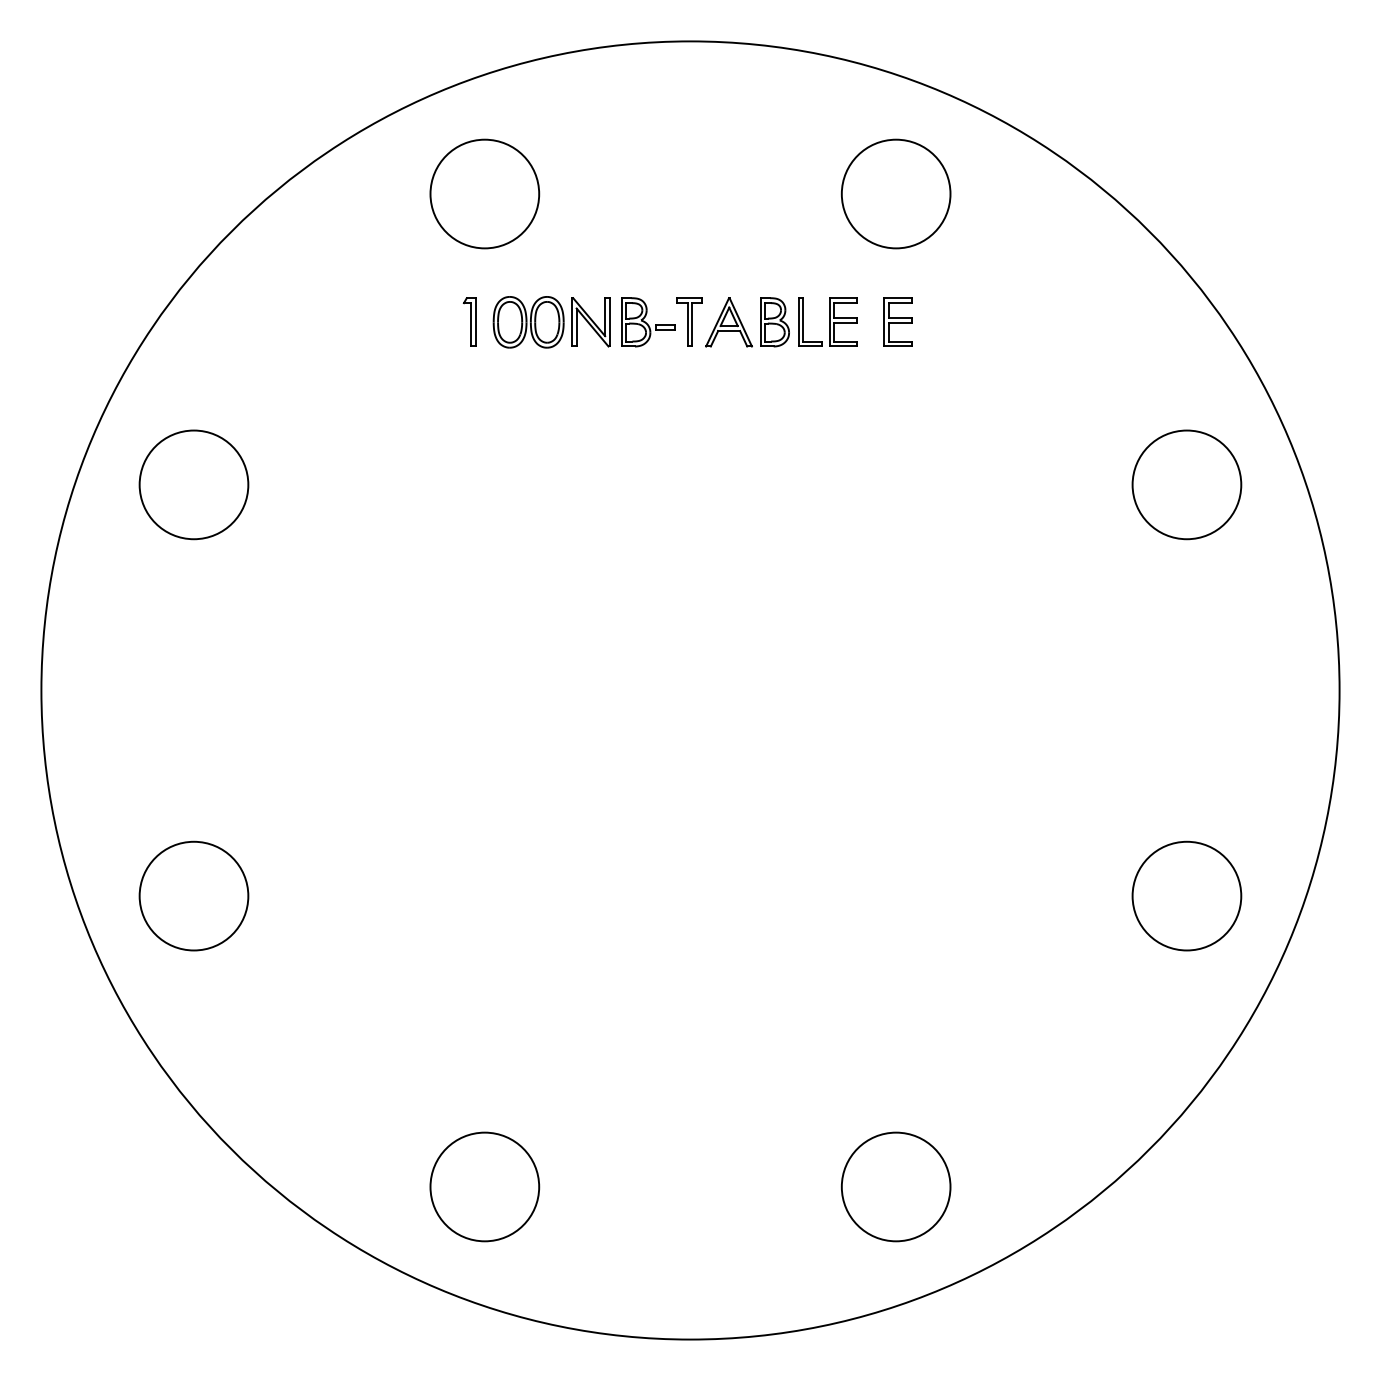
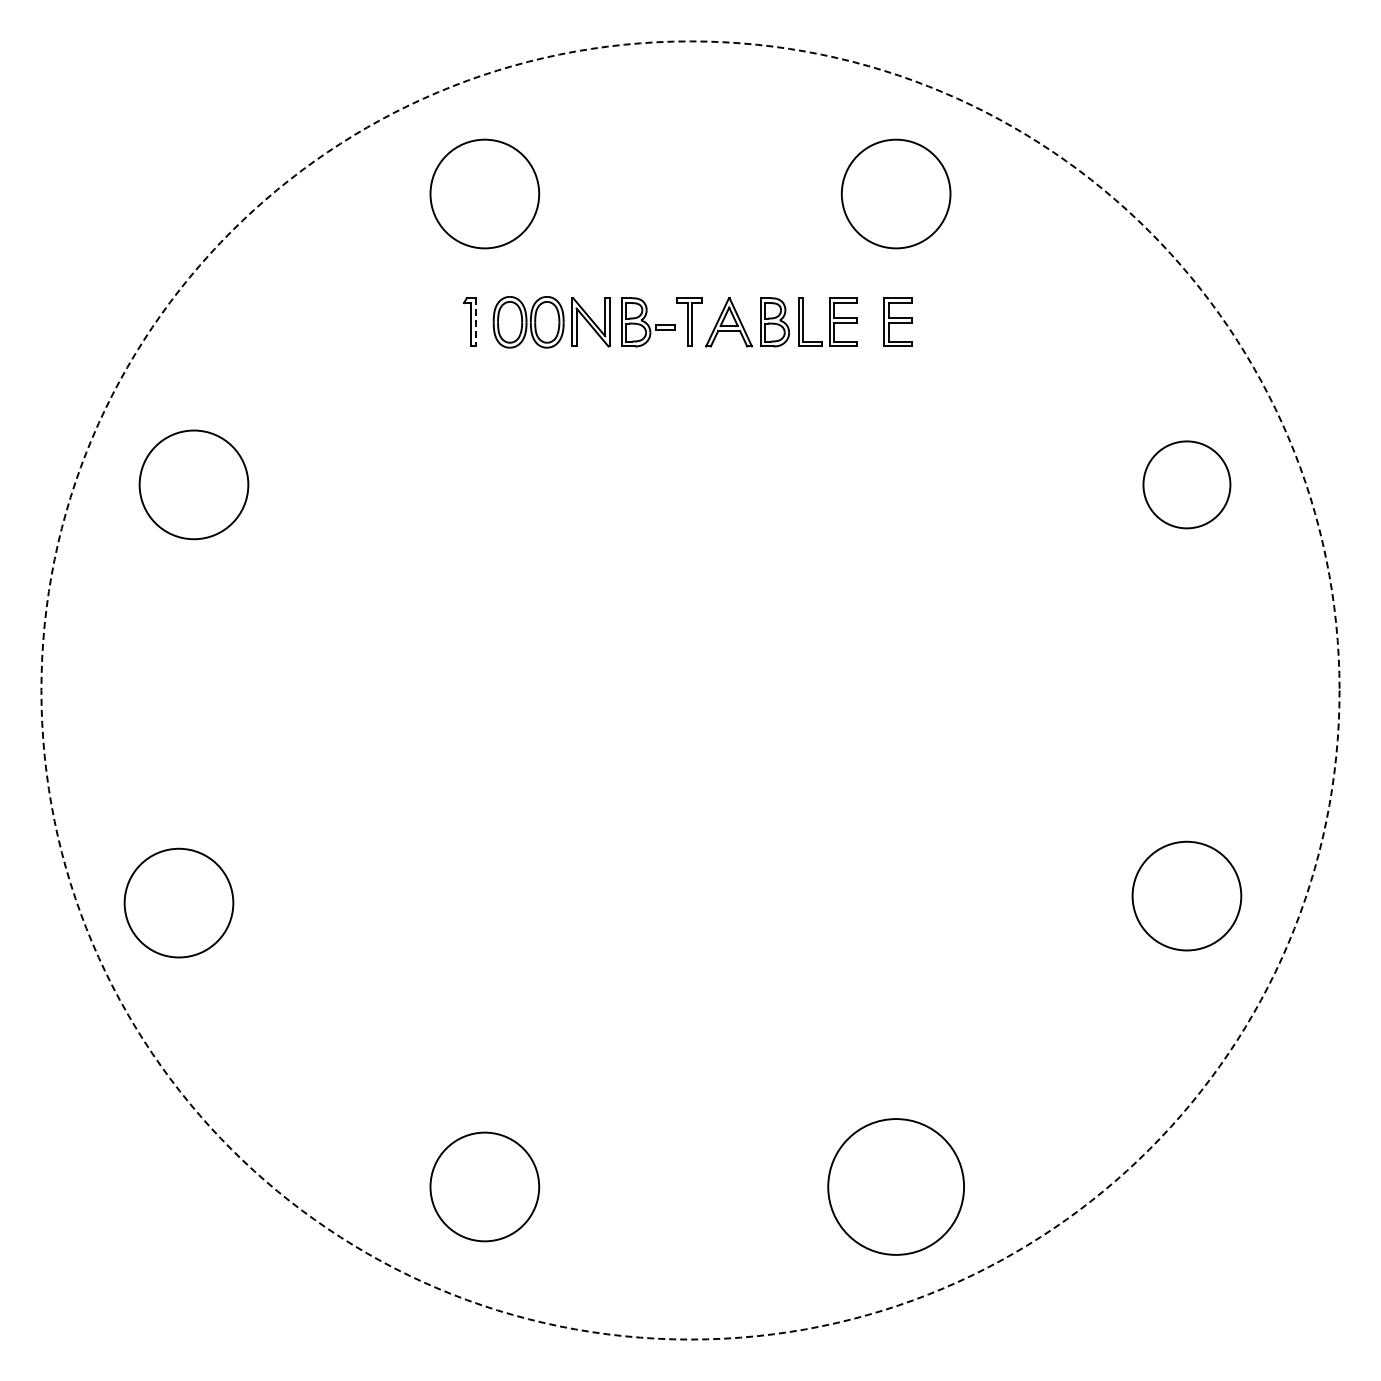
line at (475, 322): solid -> dashed
circle at (1186, 484) diameter: 109 px -> 87 px
circle at (690, 690): solid -> dashed
circle at (193, 895) position: (193, 895) -> (178, 902)
circle at (895, 1186) diameter: 109 px -> 136 px
